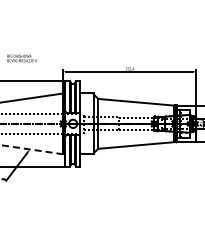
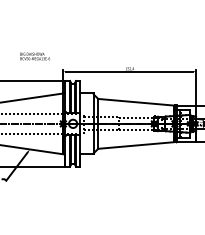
text at (22, 58) position: (22, 58) -> (35, 56)
line at (31, 149): dashed -> solid
